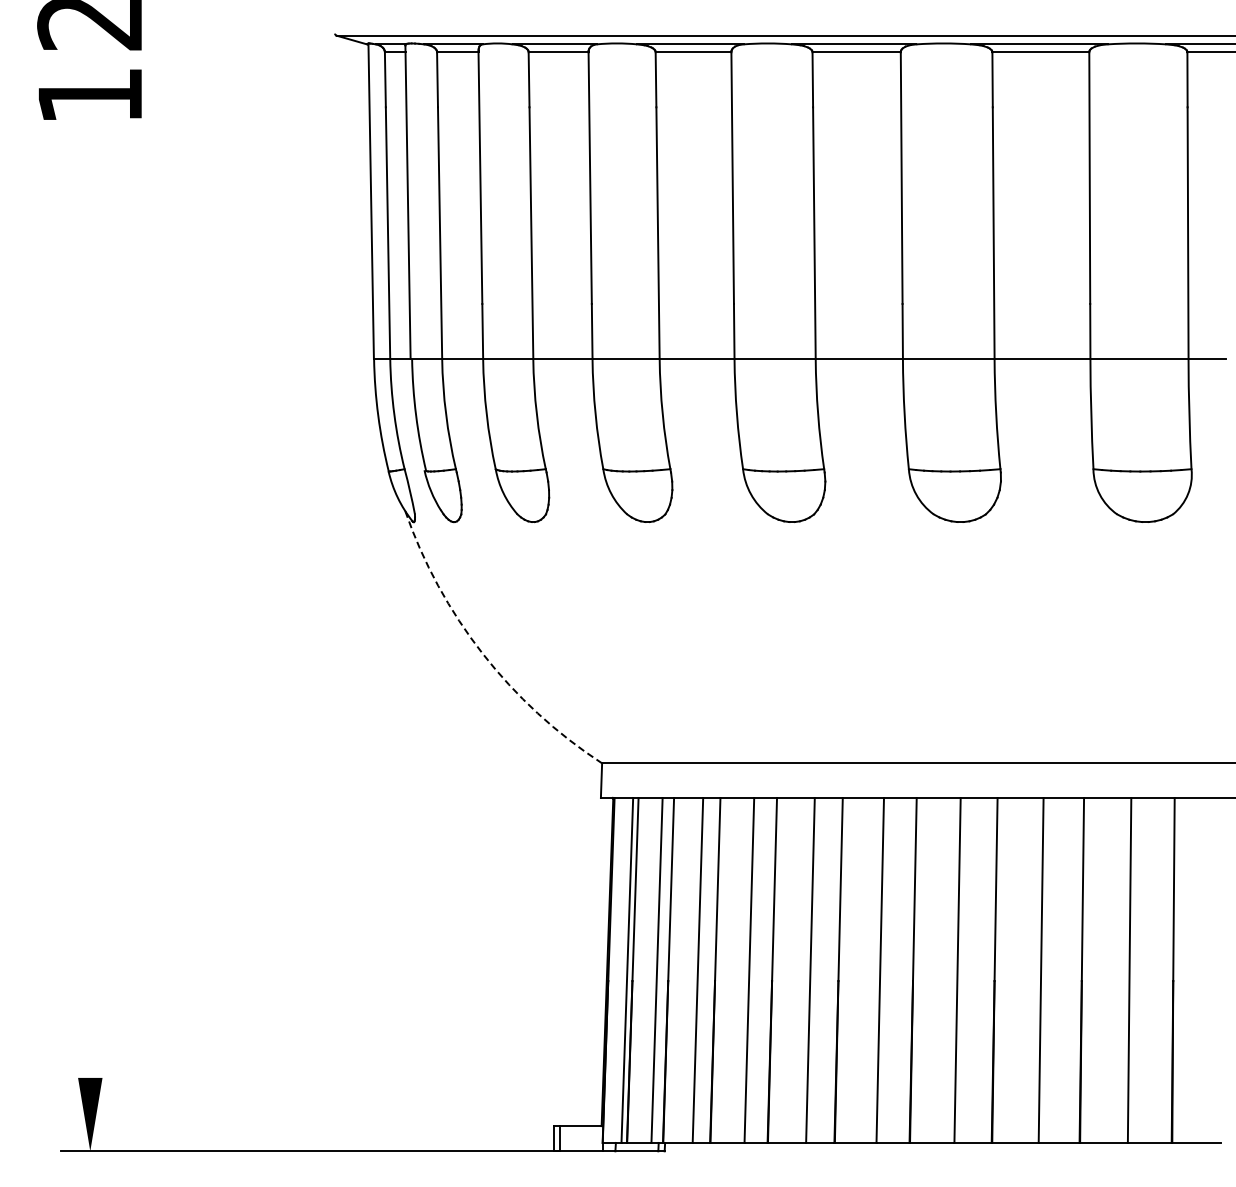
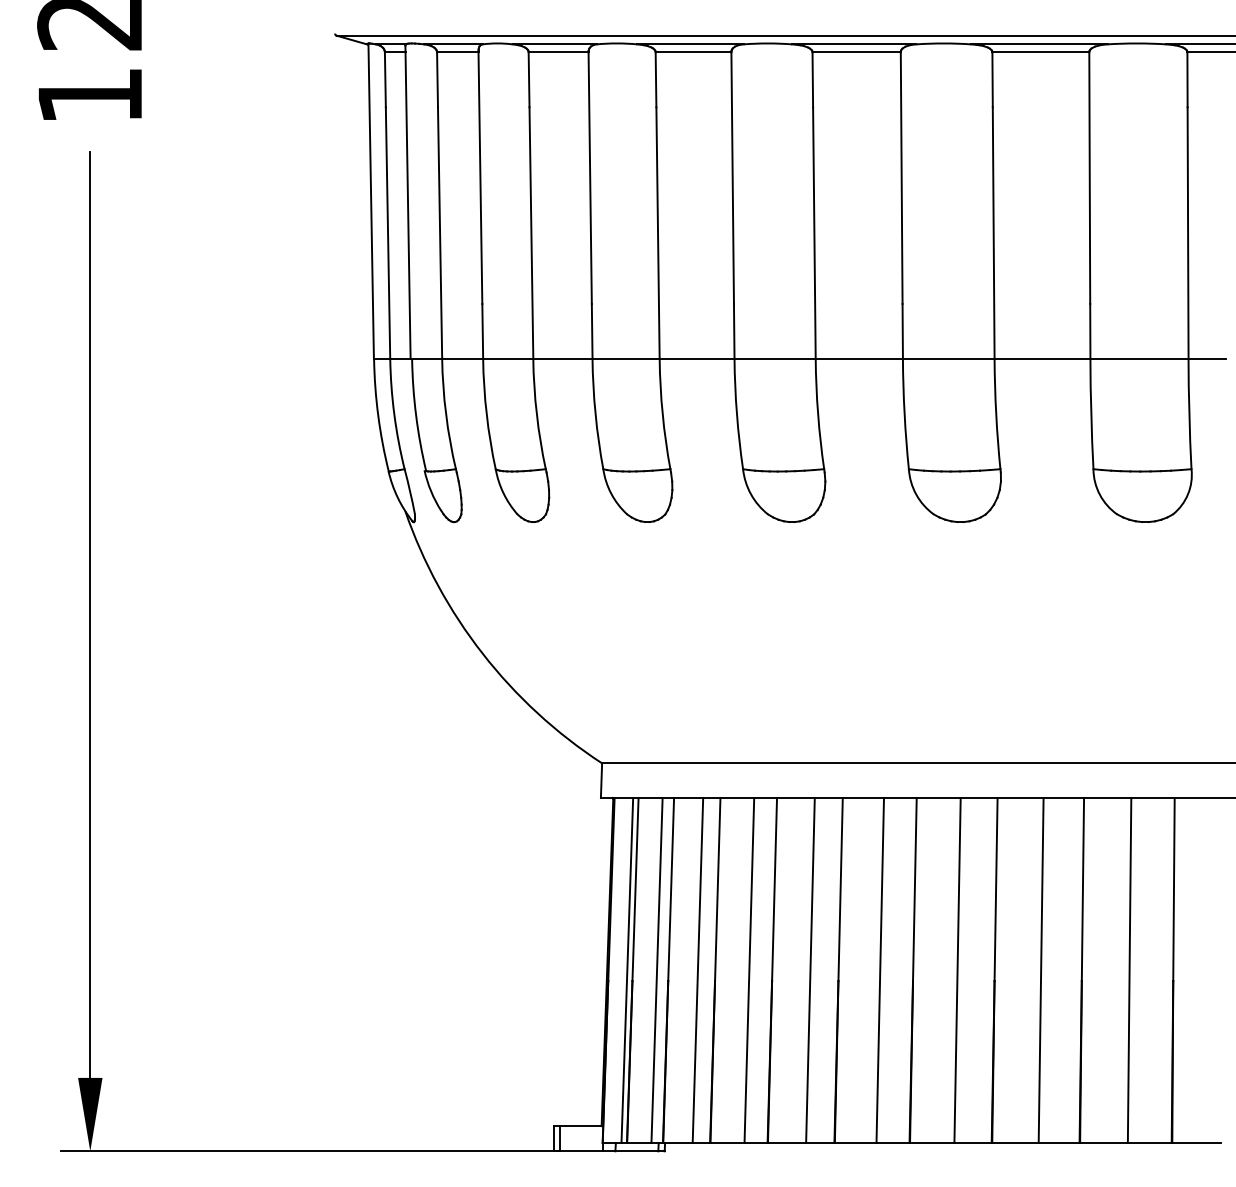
line at (90, 614): none -> present
arc at (482, 653): dashed -> solid
